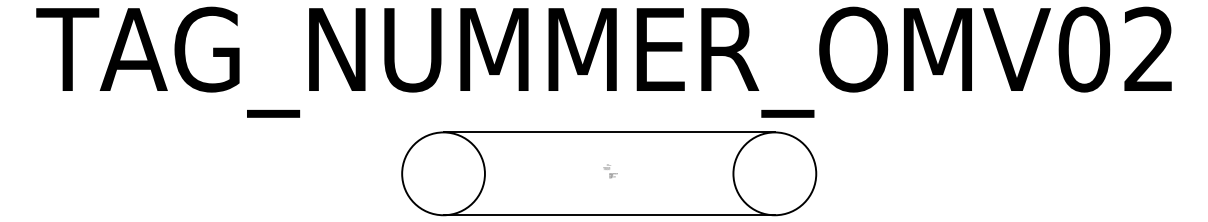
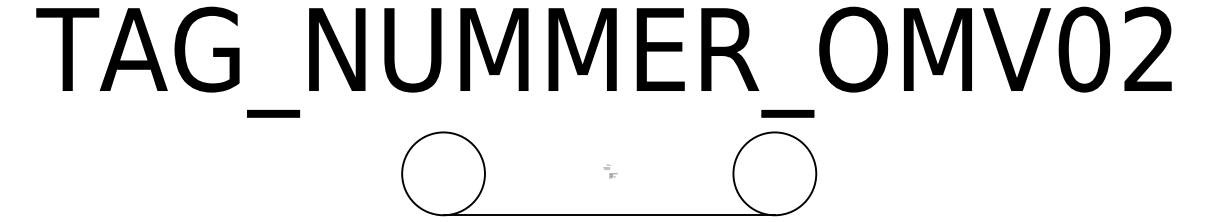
line at (608, 132): present -> none
